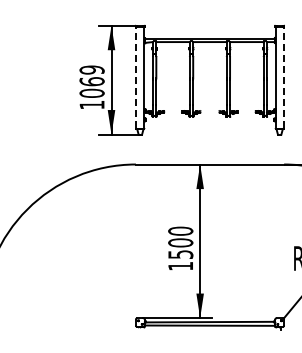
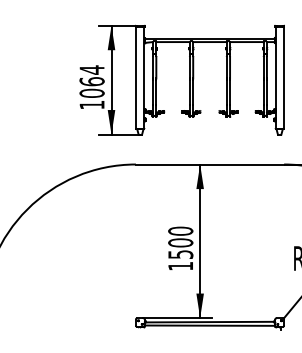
text at (91, 69): 1069 -> 1064
line at (136, 77): dashed -> solid
line at (283, 77): dashed -> solid
